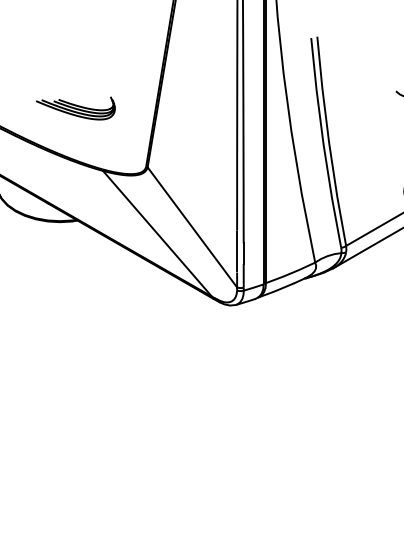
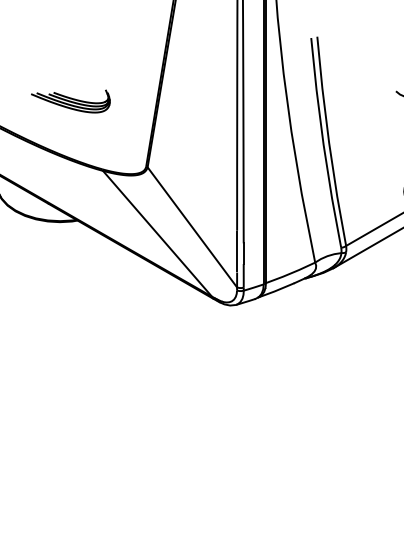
part at (75, 108) position: (75, 108) -> (70, 101)
